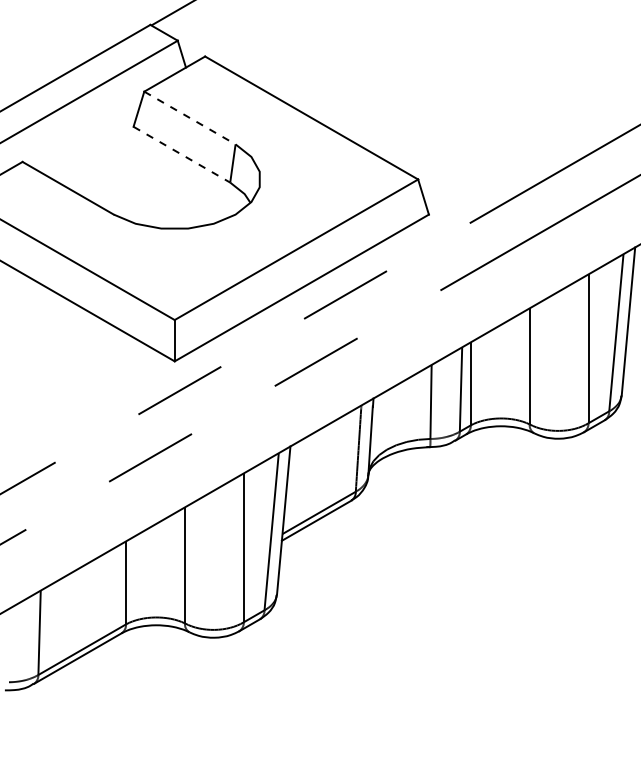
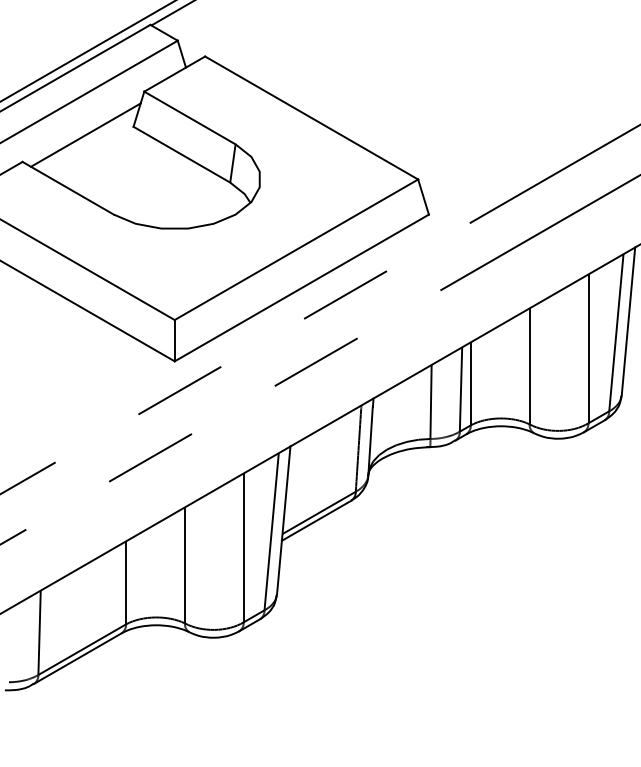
line at (87, 51): none -> present
line at (189, 118): dashed -> solid
line at (85, 134): none -> present
line at (181, 154): dashed -> solid
